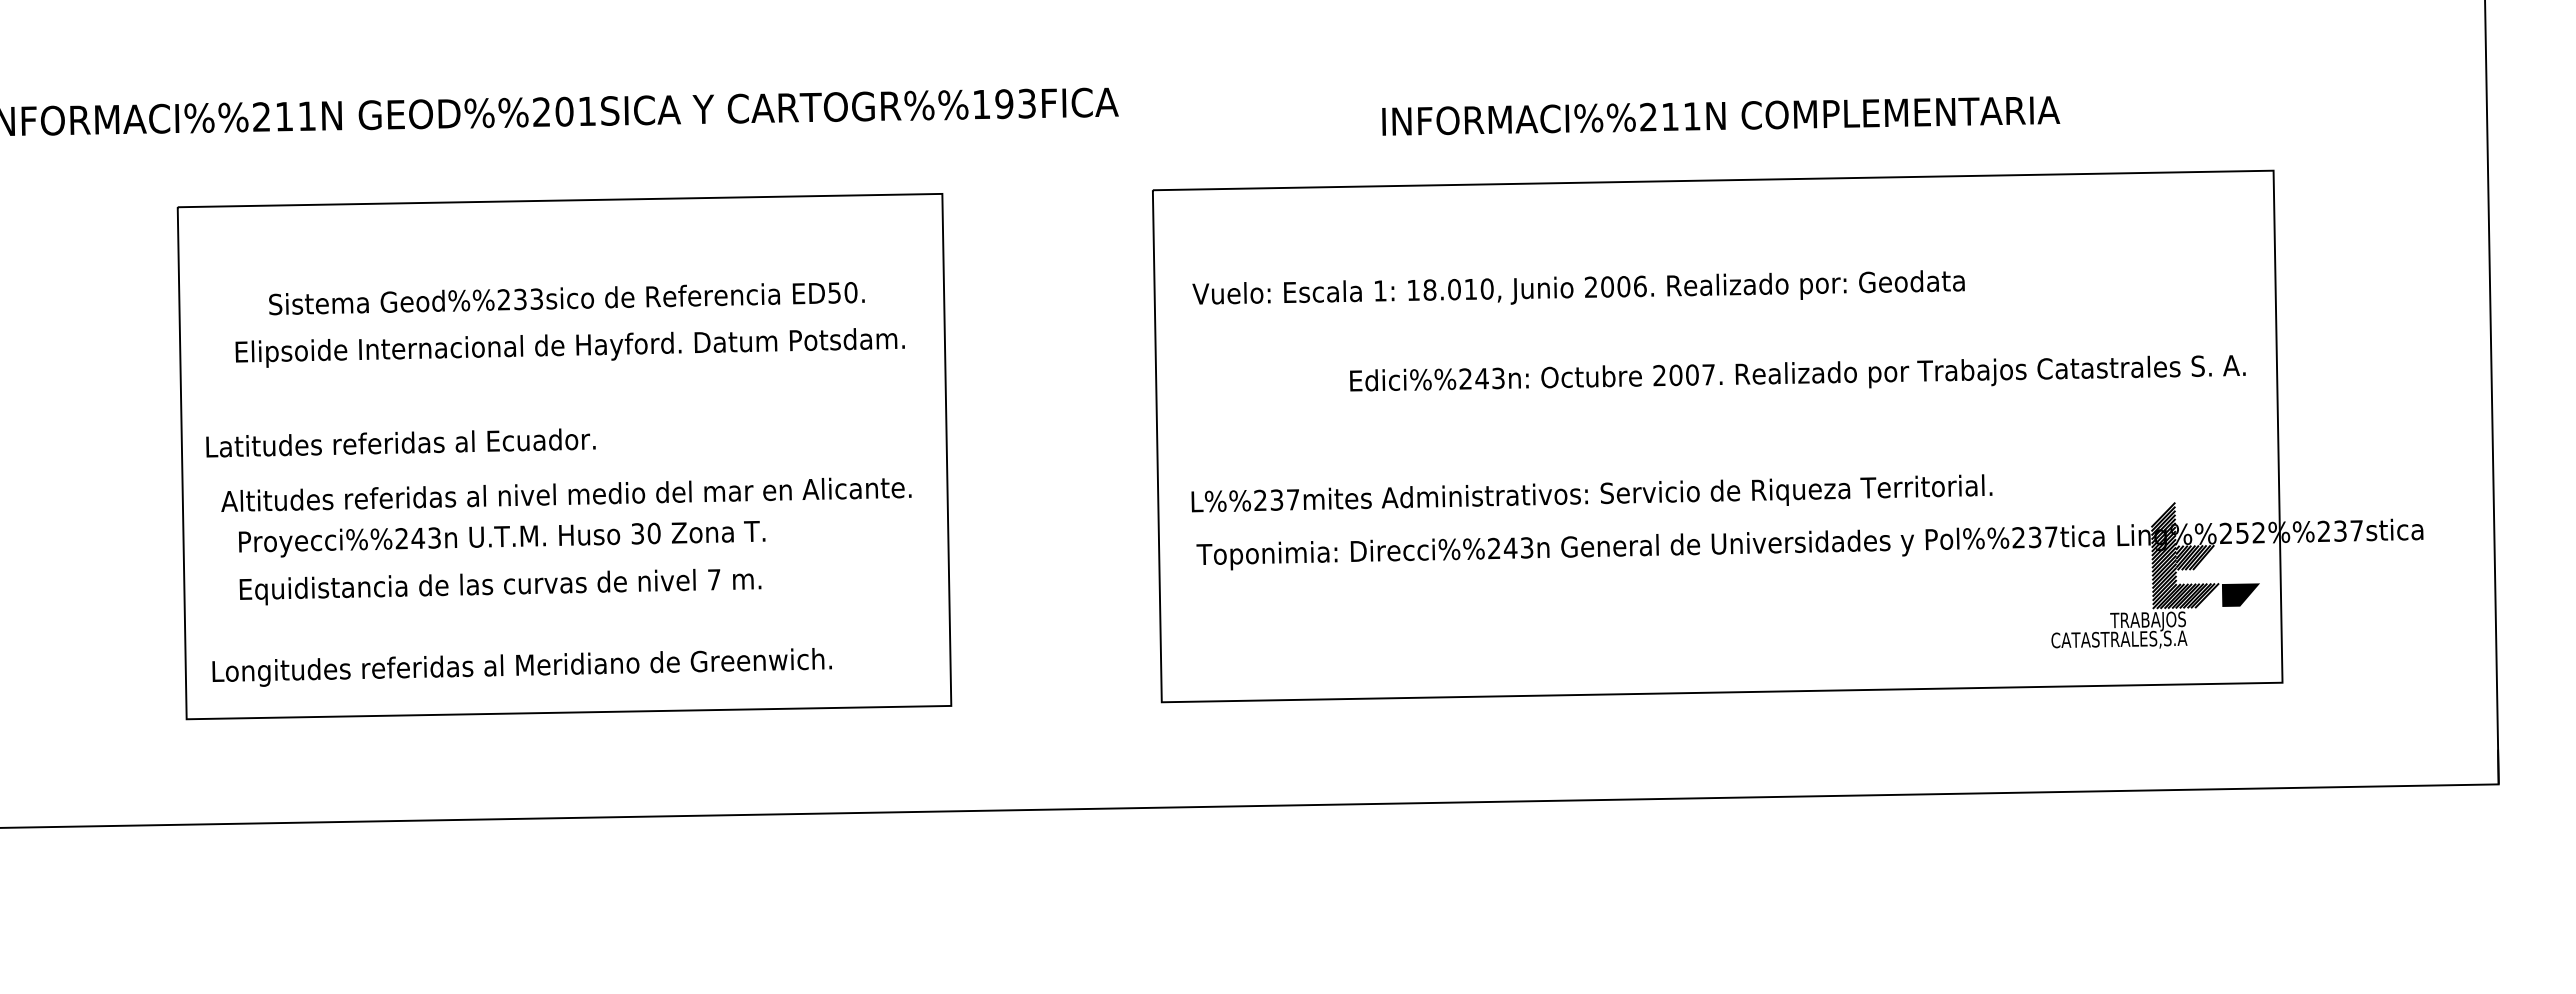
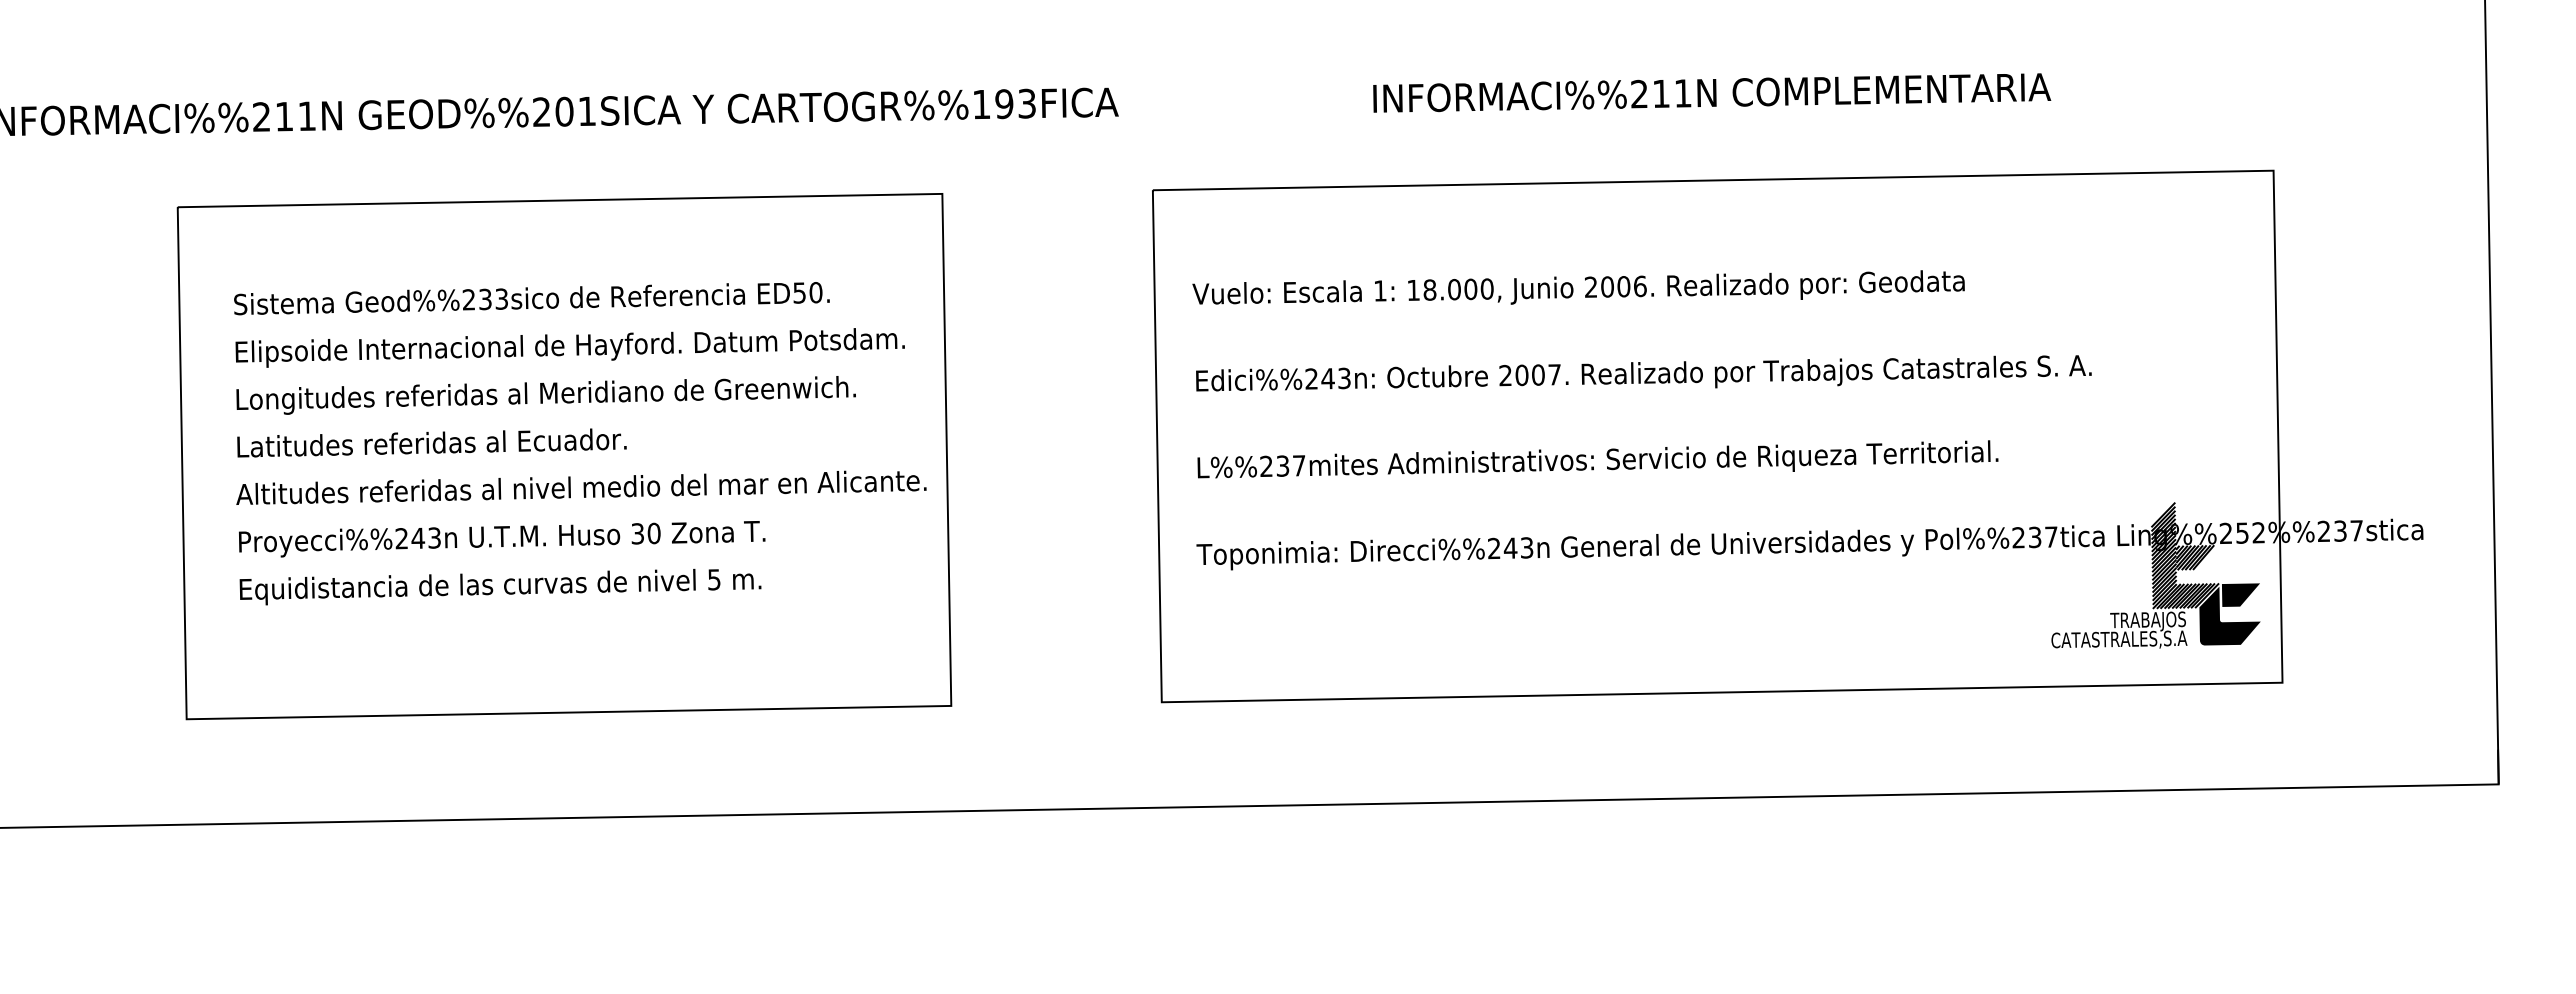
text at (1721, 115) position: (1721, 115) -> (1712, 92)
text at (1470, 289): 18.010, -> 18.000,
text at (566, 298) position: (566, 298) -> (531, 298)
text at (1797, 373) position: (1797, 373) -> (1643, 373)
text at (400, 442) position: (400, 442) -> (431, 442)
text at (1591, 493) position: (1591, 493) -> (1597, 459)
text at (566, 494) position: (566, 494) -> (581, 487)
text at (714, 579): 7 -> 5
fill at (2229, 615): none -> present
text at (521, 667) position: (521, 667) -> (545, 395)
